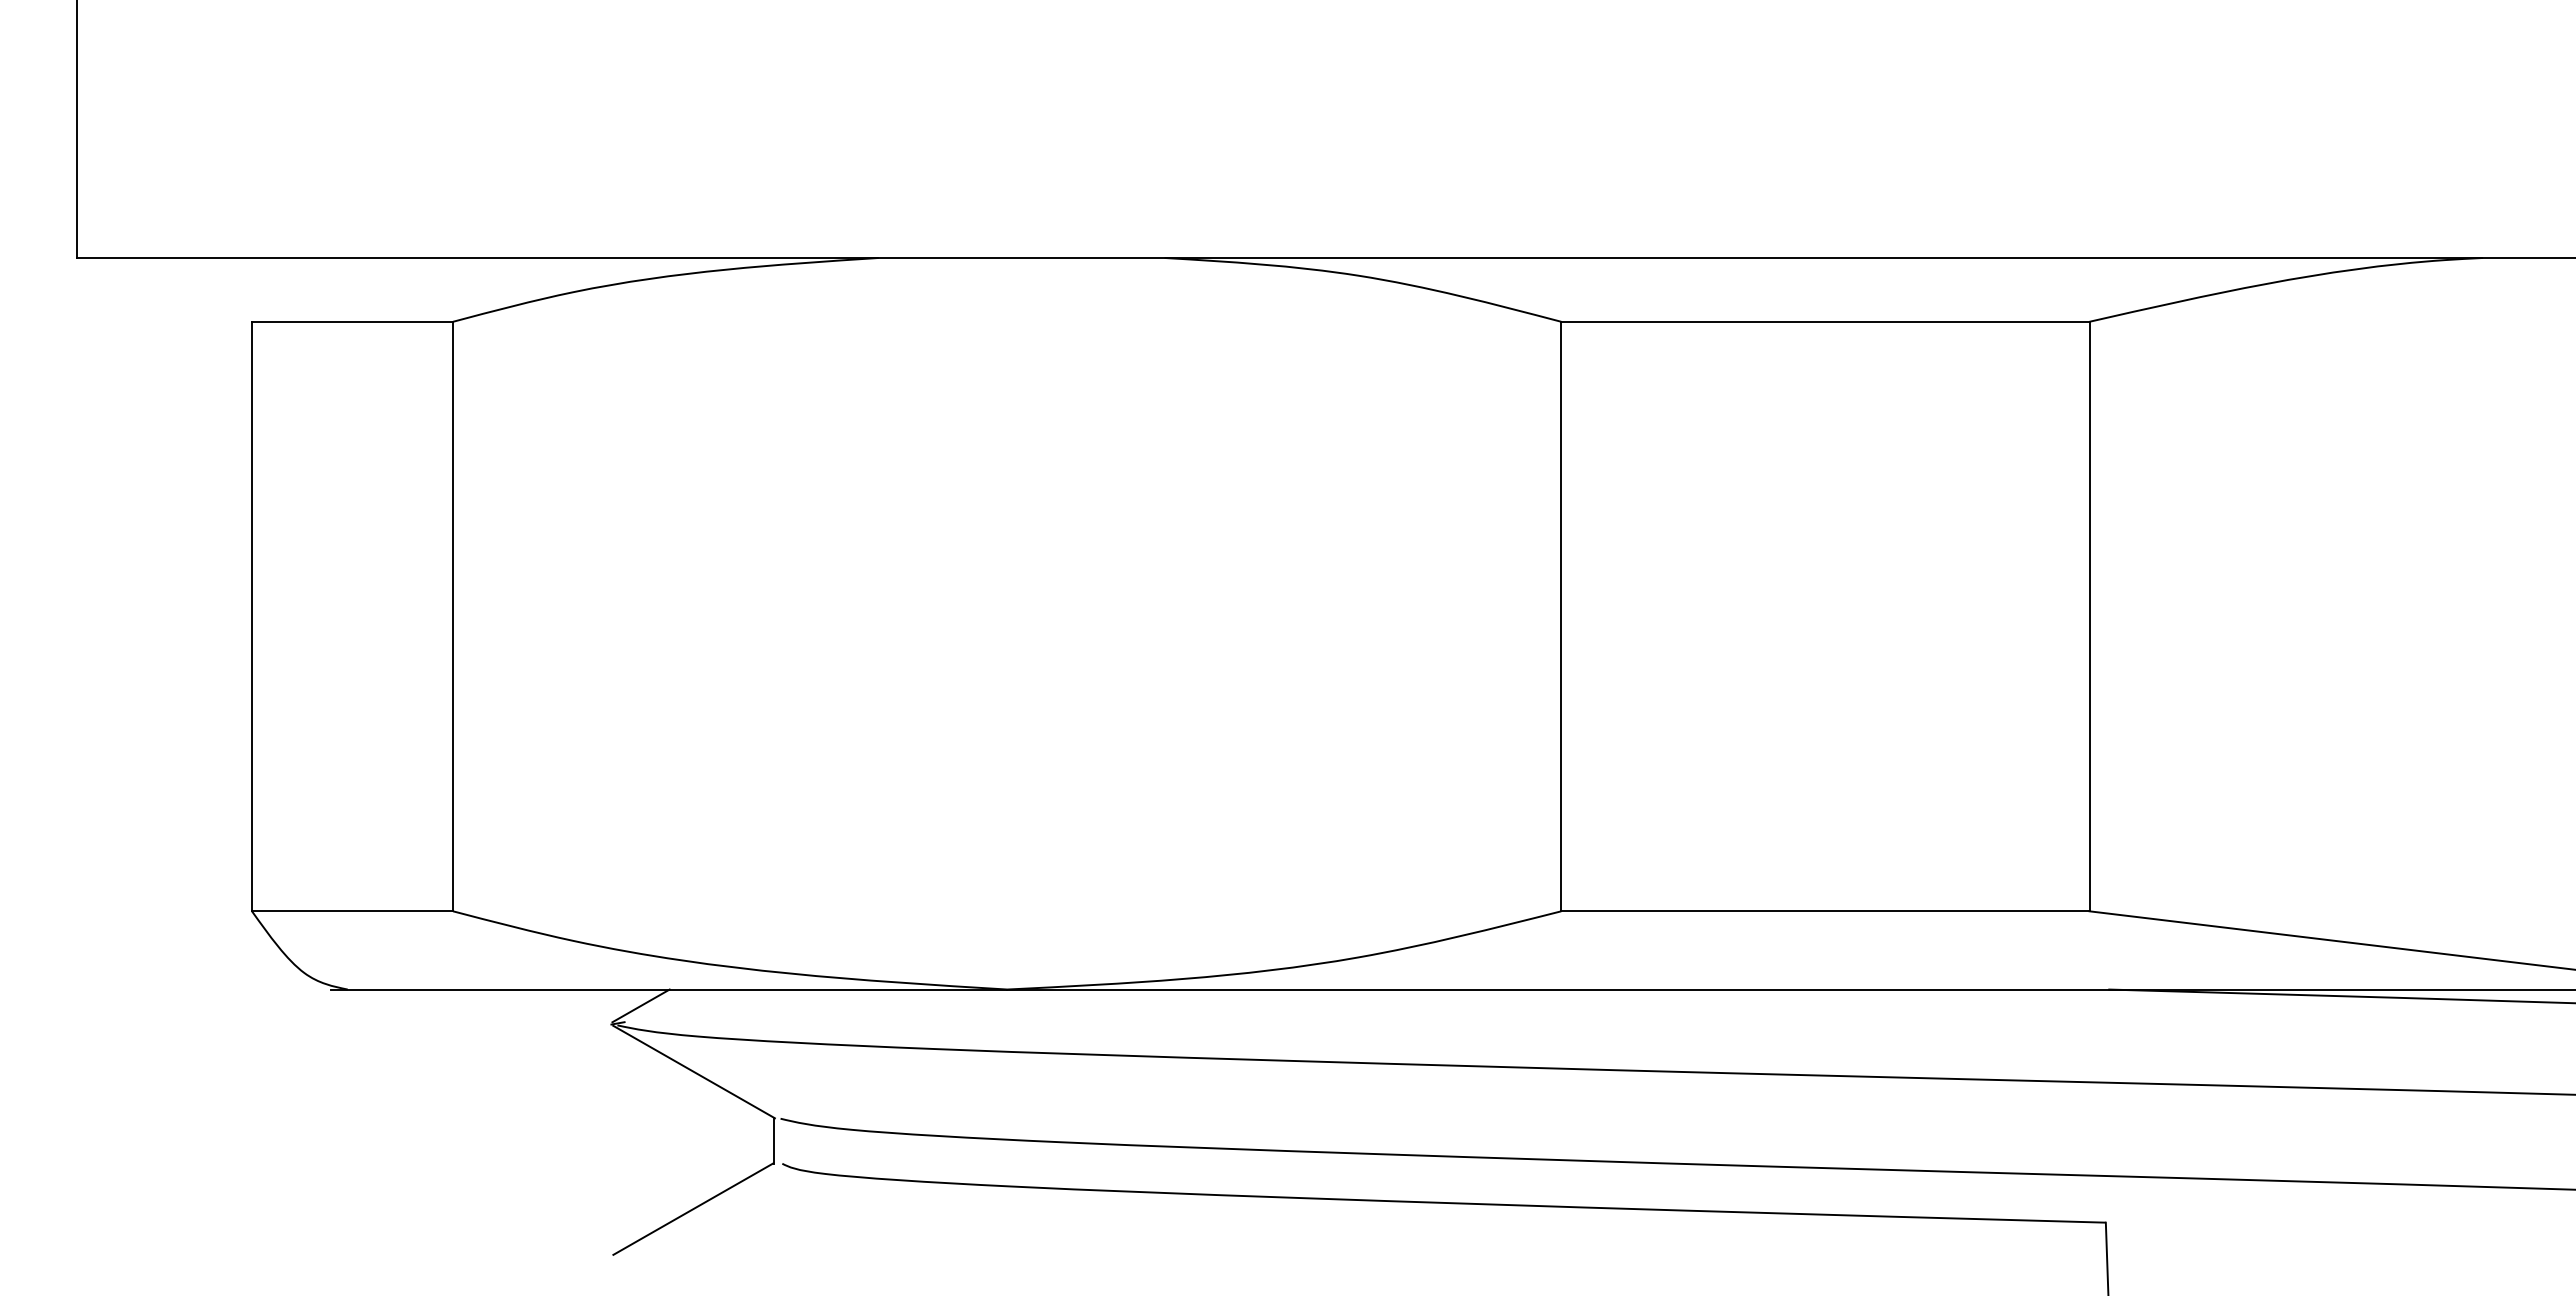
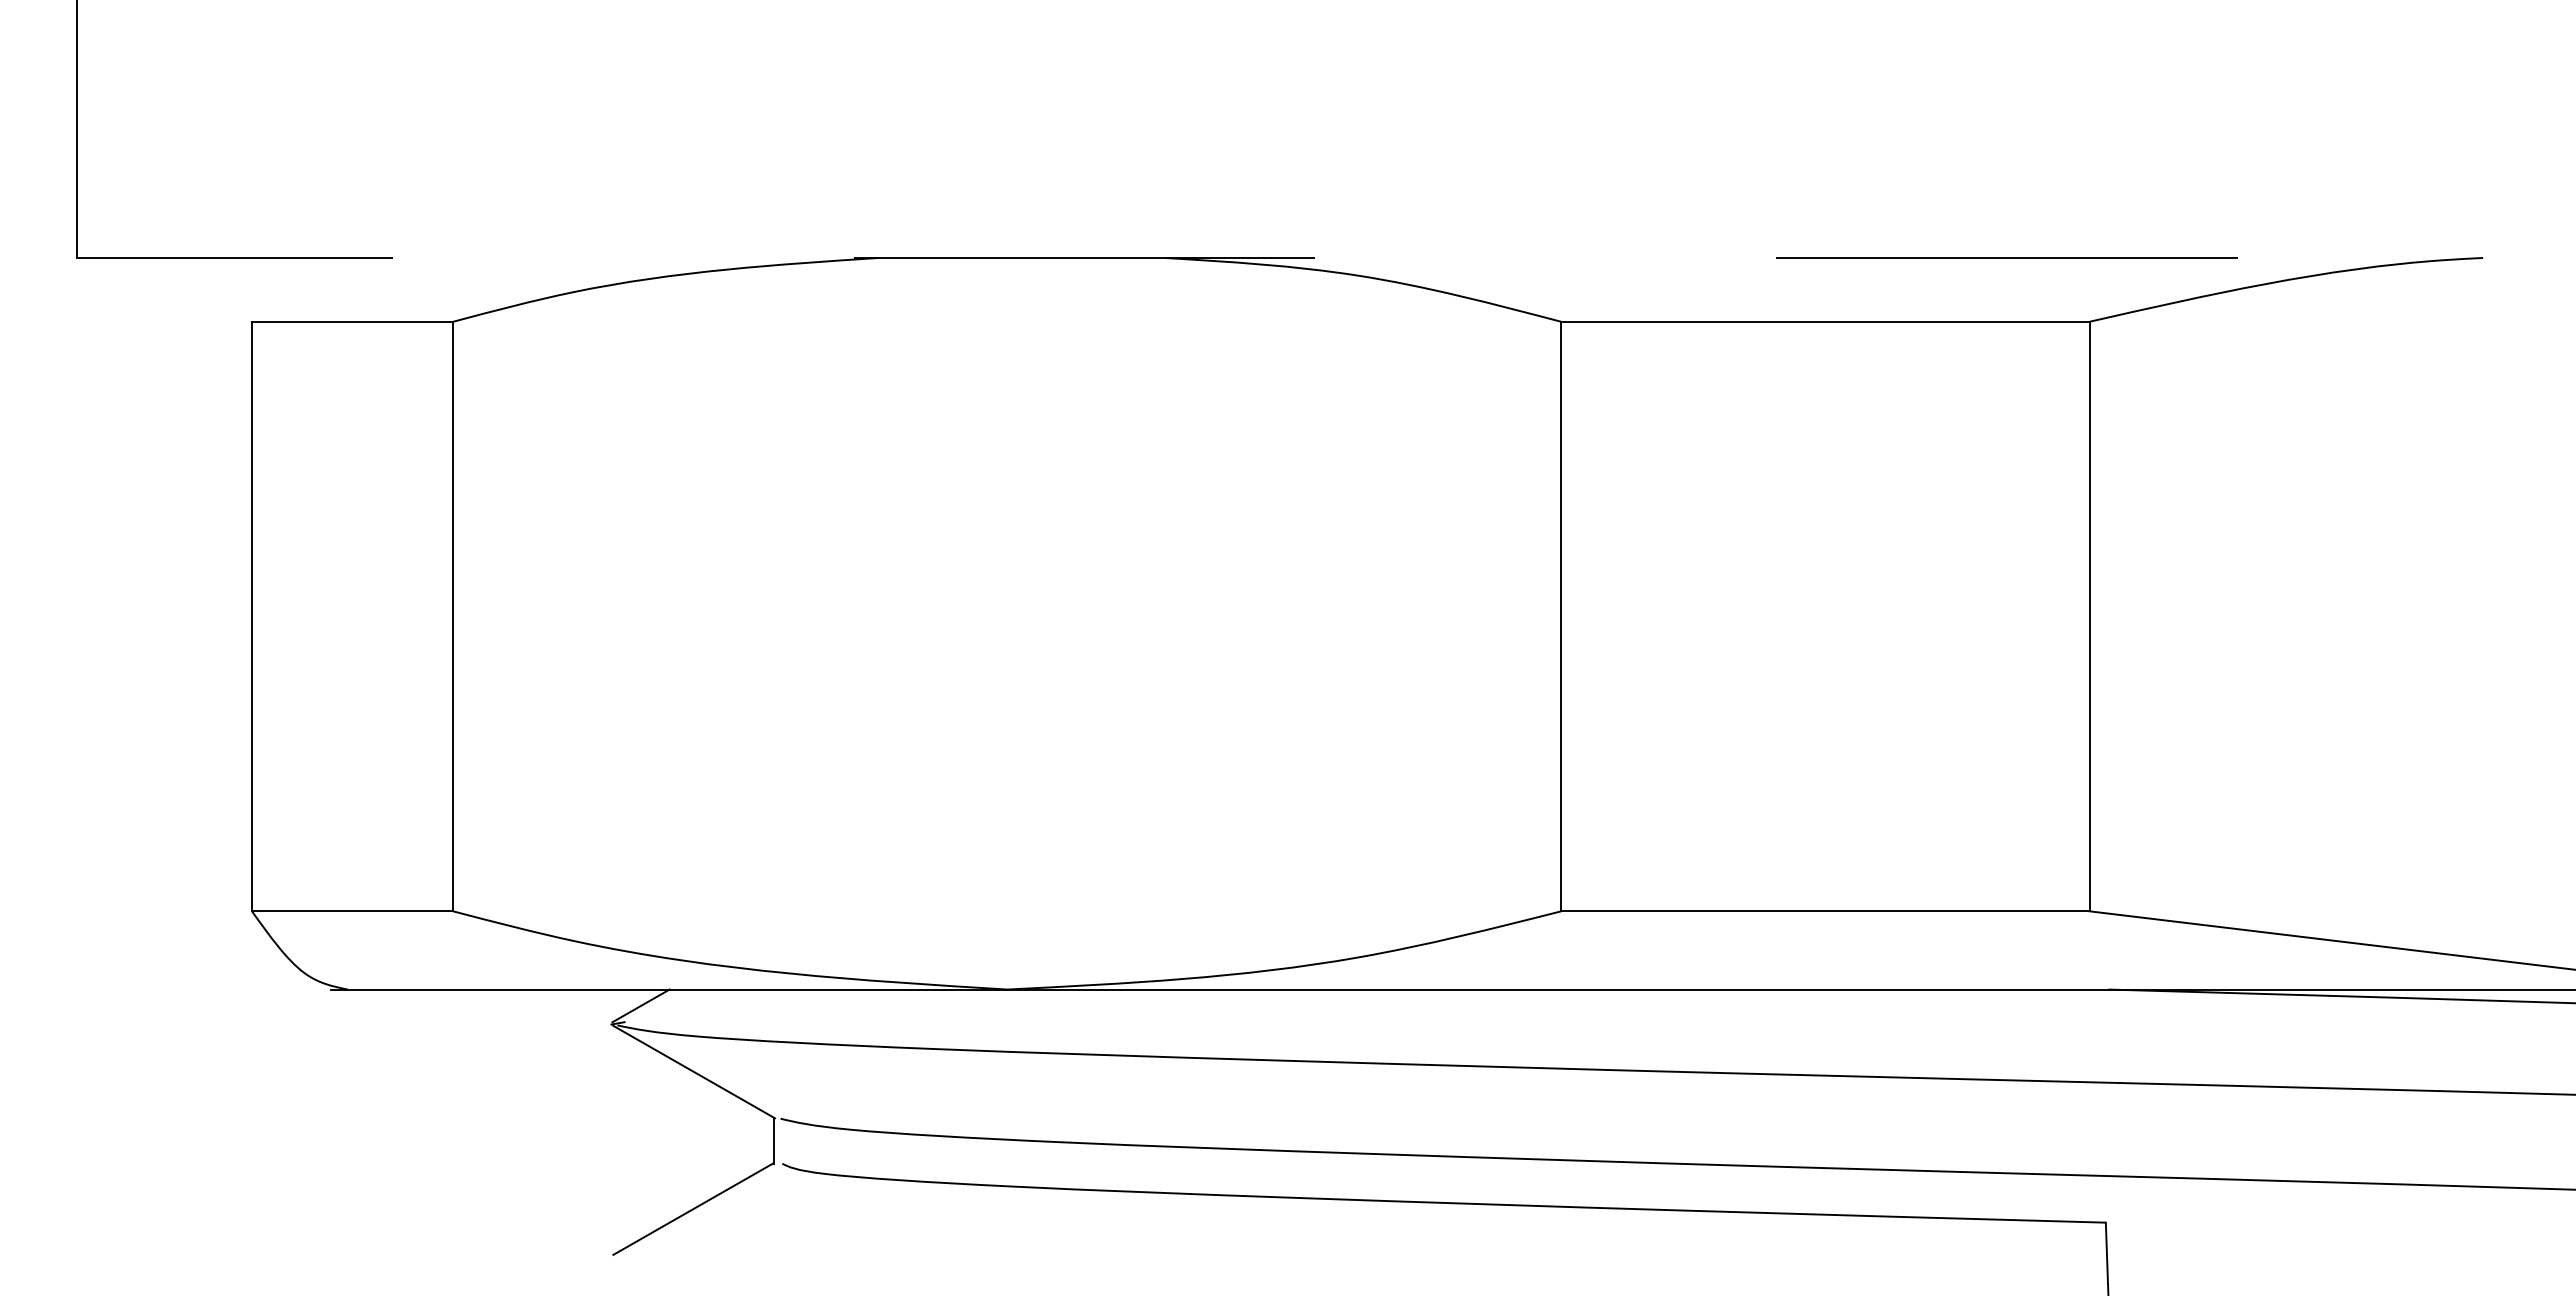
line at (1325, 257): solid -> dashed
